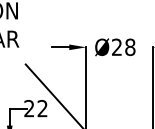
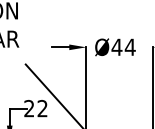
text at (123, 47): Ø28 -> Ø44
